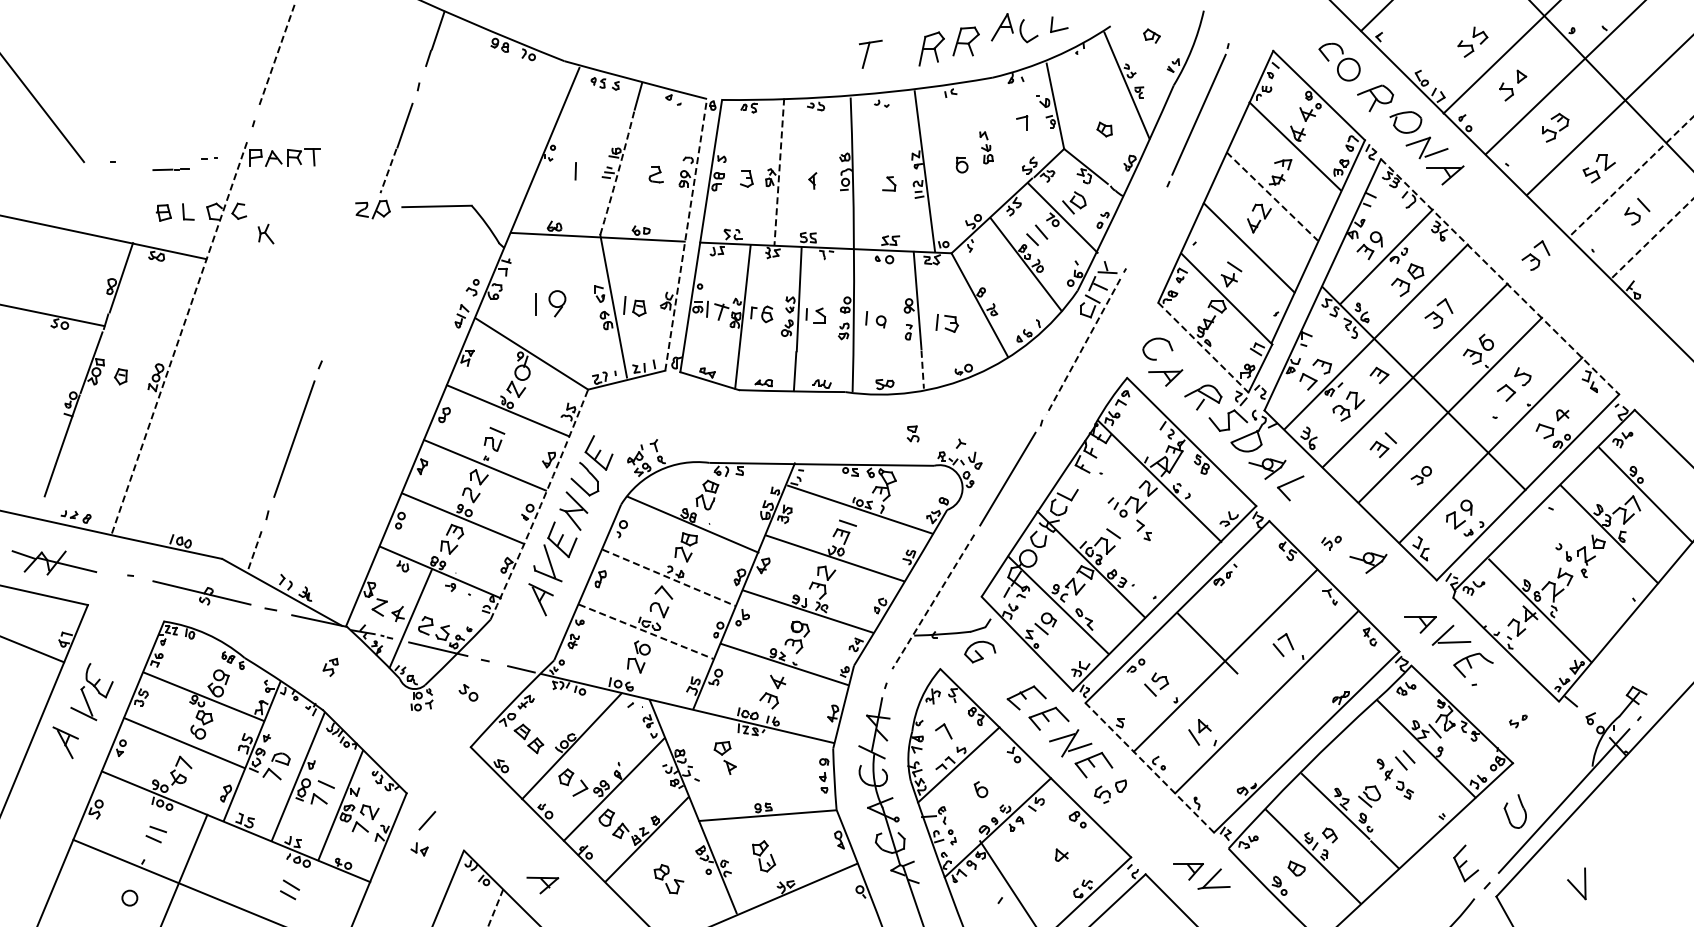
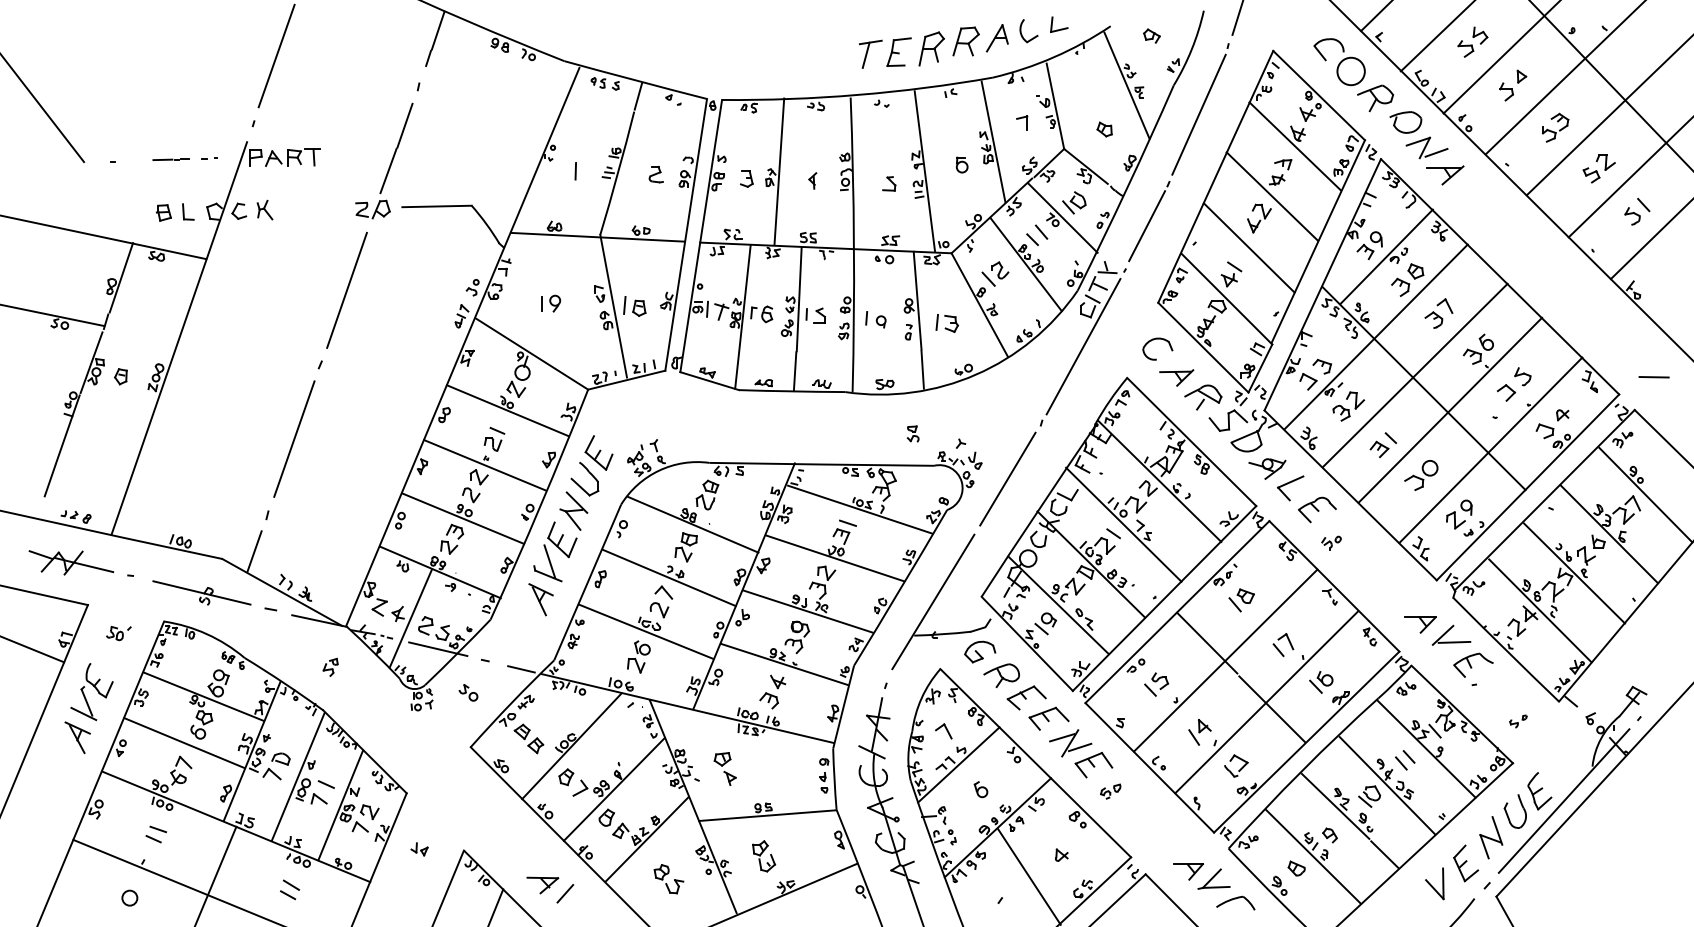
line at (1237, 18): none -> present
part at (1002, 27) position: (1002, 27) -> (997, 38)
line at (1436, 36): none -> present
part at (898, 51): none -> present
line at (276, 56): dashed -> solid
part at (1339, 61) size: 43x40 px -> 53x49 px
line at (993, 141): none -> present
line at (170, 169) position: (170, 169) -> (170, 159)
line at (388, 171): dashed -> solid
line at (779, 172): dashed -> solid
arc at (617, 173): dashed -> solid
line at (1631, 176): dashed -> solid
line at (1272, 196): dashed -> solid
line at (1147, 226): none -> present
part at (265, 233) position: (265, 233) -> (264, 209)
line at (686, 234): dashed -> solid
line at (1651, 239): dashed -> solid
part at (1535, 255): present -> none
part at (995, 273): none -> present
line at (1500, 277): dashed -> solid
line at (346, 289): none -> present
part at (550, 303) size: 32x28 px -> 21x19 px
line at (179, 338): dashed -> solid
line at (1083, 347): dashed -> solid
line at (1203, 347): dashed -> solid
line at (922, 369): dashed -> solid
part at (1379, 374): present -> none
part at (1165, 377) position: (1165, 377) -> (1176, 377)
line at (1653, 377): none -> present
part at (1420, 475) size: 22x20 px -> 35x32 px
arc at (540, 505): dashed -> solid
part at (1317, 509): none -> present
line at (1123, 524): none -> present
line at (254, 551): dashed -> solid
part at (54, 562) position: (54, 562) -> (71, 562)
part at (1368, 562): present -> none
line at (1574, 573): none -> present
line at (669, 578): dashed -> solid
part at (1241, 600): none -> present
line at (933, 601): dashed -> solid
line at (646, 631): dashed -> solid
part at (118, 633): none -> present
part at (1001, 675): none -> present
part at (1321, 682): none -> present
line at (1272, 709): none -> present
part at (65, 742) position: (65, 742) -> (77, 737)
part at (724, 757) position: (724, 757) -> (724, 768)
part at (1236, 765): none -> present
line at (1149, 767): dashed -> solid
line at (1387, 785): none -> present
part at (1110, 791) size: 33x25 px -> 22x17 px
part at (1539, 791): none -> present
line at (427, 820) position: (427, 820) -> (565, 893)
part at (1491, 837): none -> present
line at (184, 868) position: (184, 868) -> (216, 874)
line at (1006, 882) position: (1006, 882) -> (1029, 876)
part at (1576, 883) position: (1576, 883) -> (1434, 883)
part at (1235, 902): none -> present
line at (495, 907): dashed -> solid
